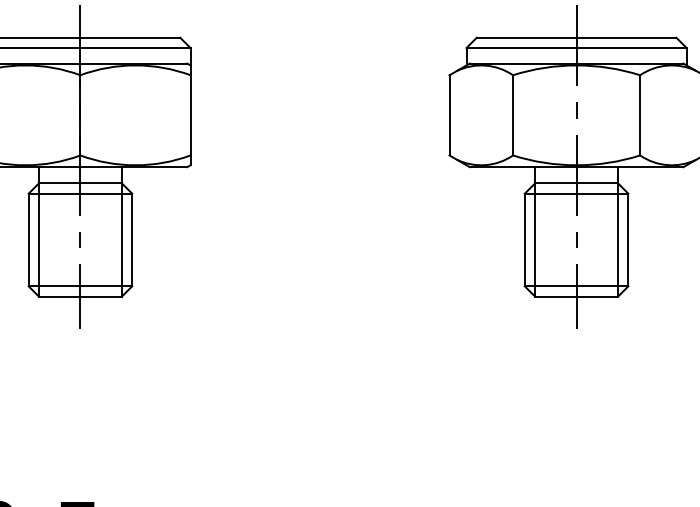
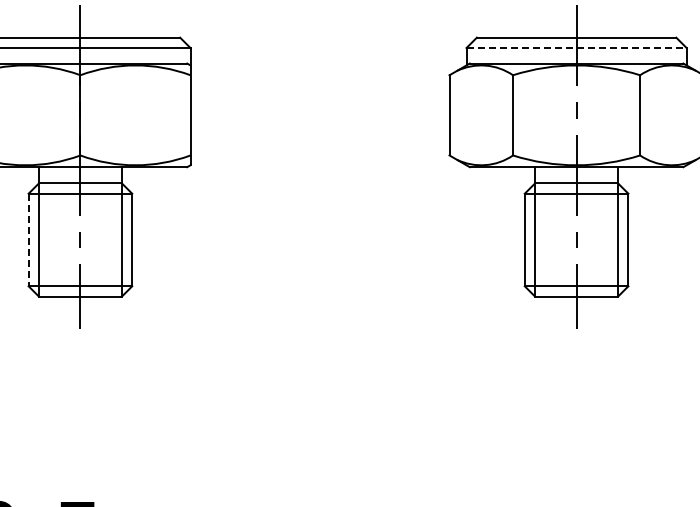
line at (577, 48): solid -> dashed
line at (28, 240): solid -> dashed
